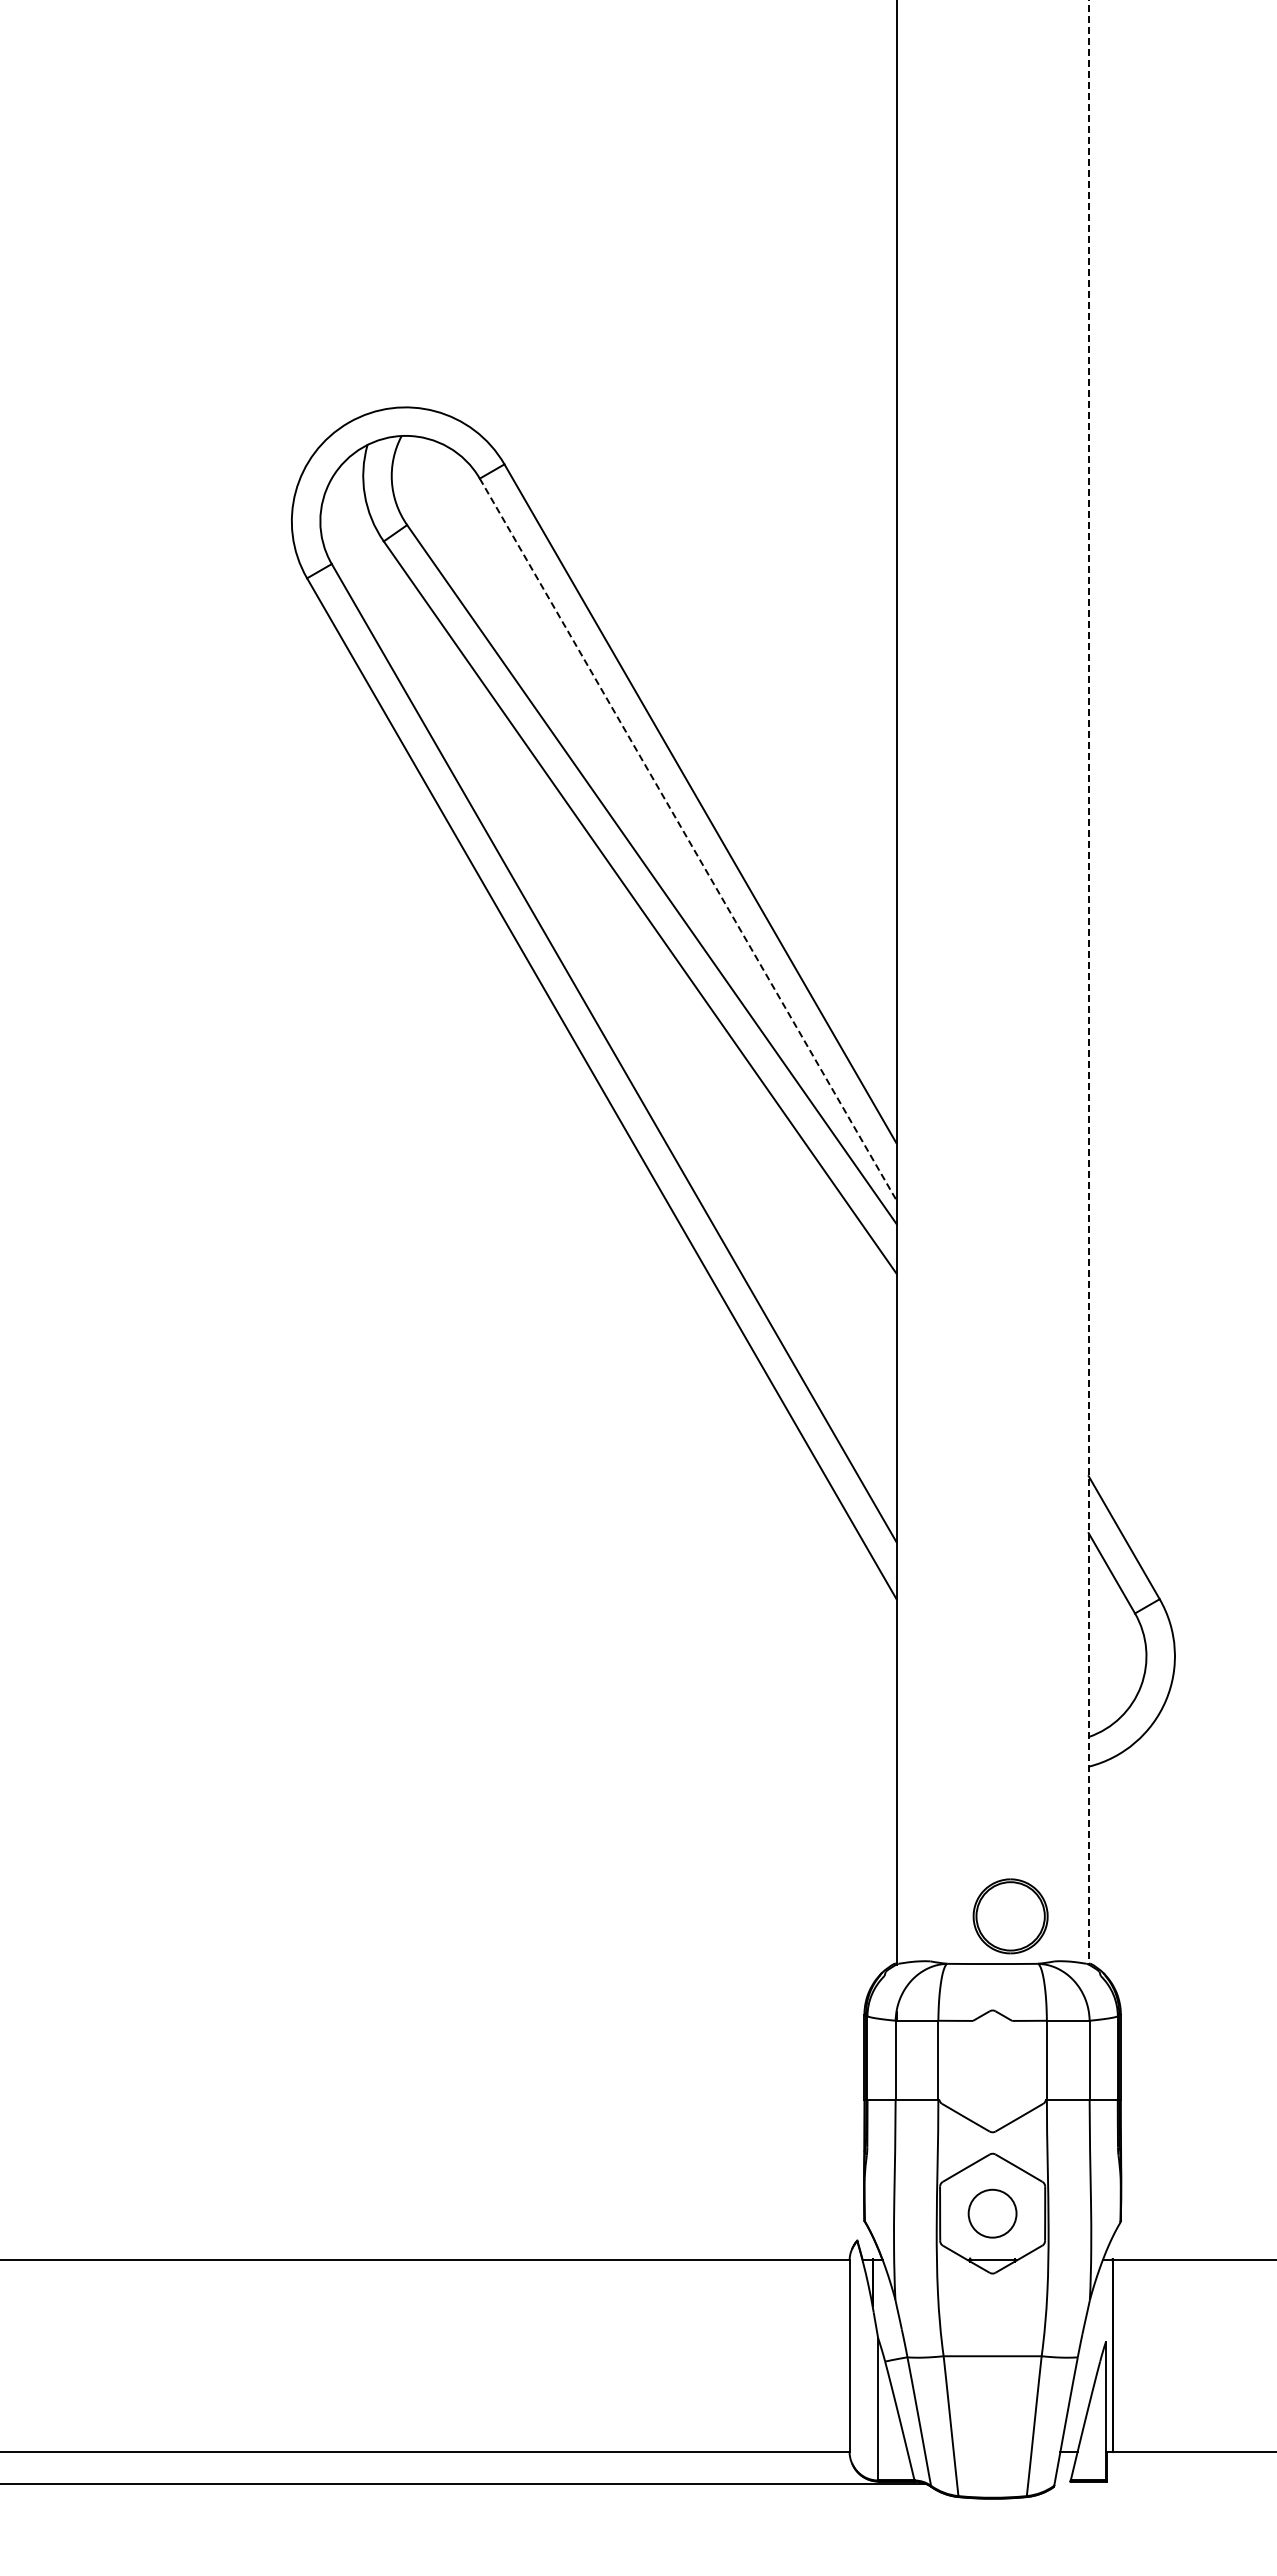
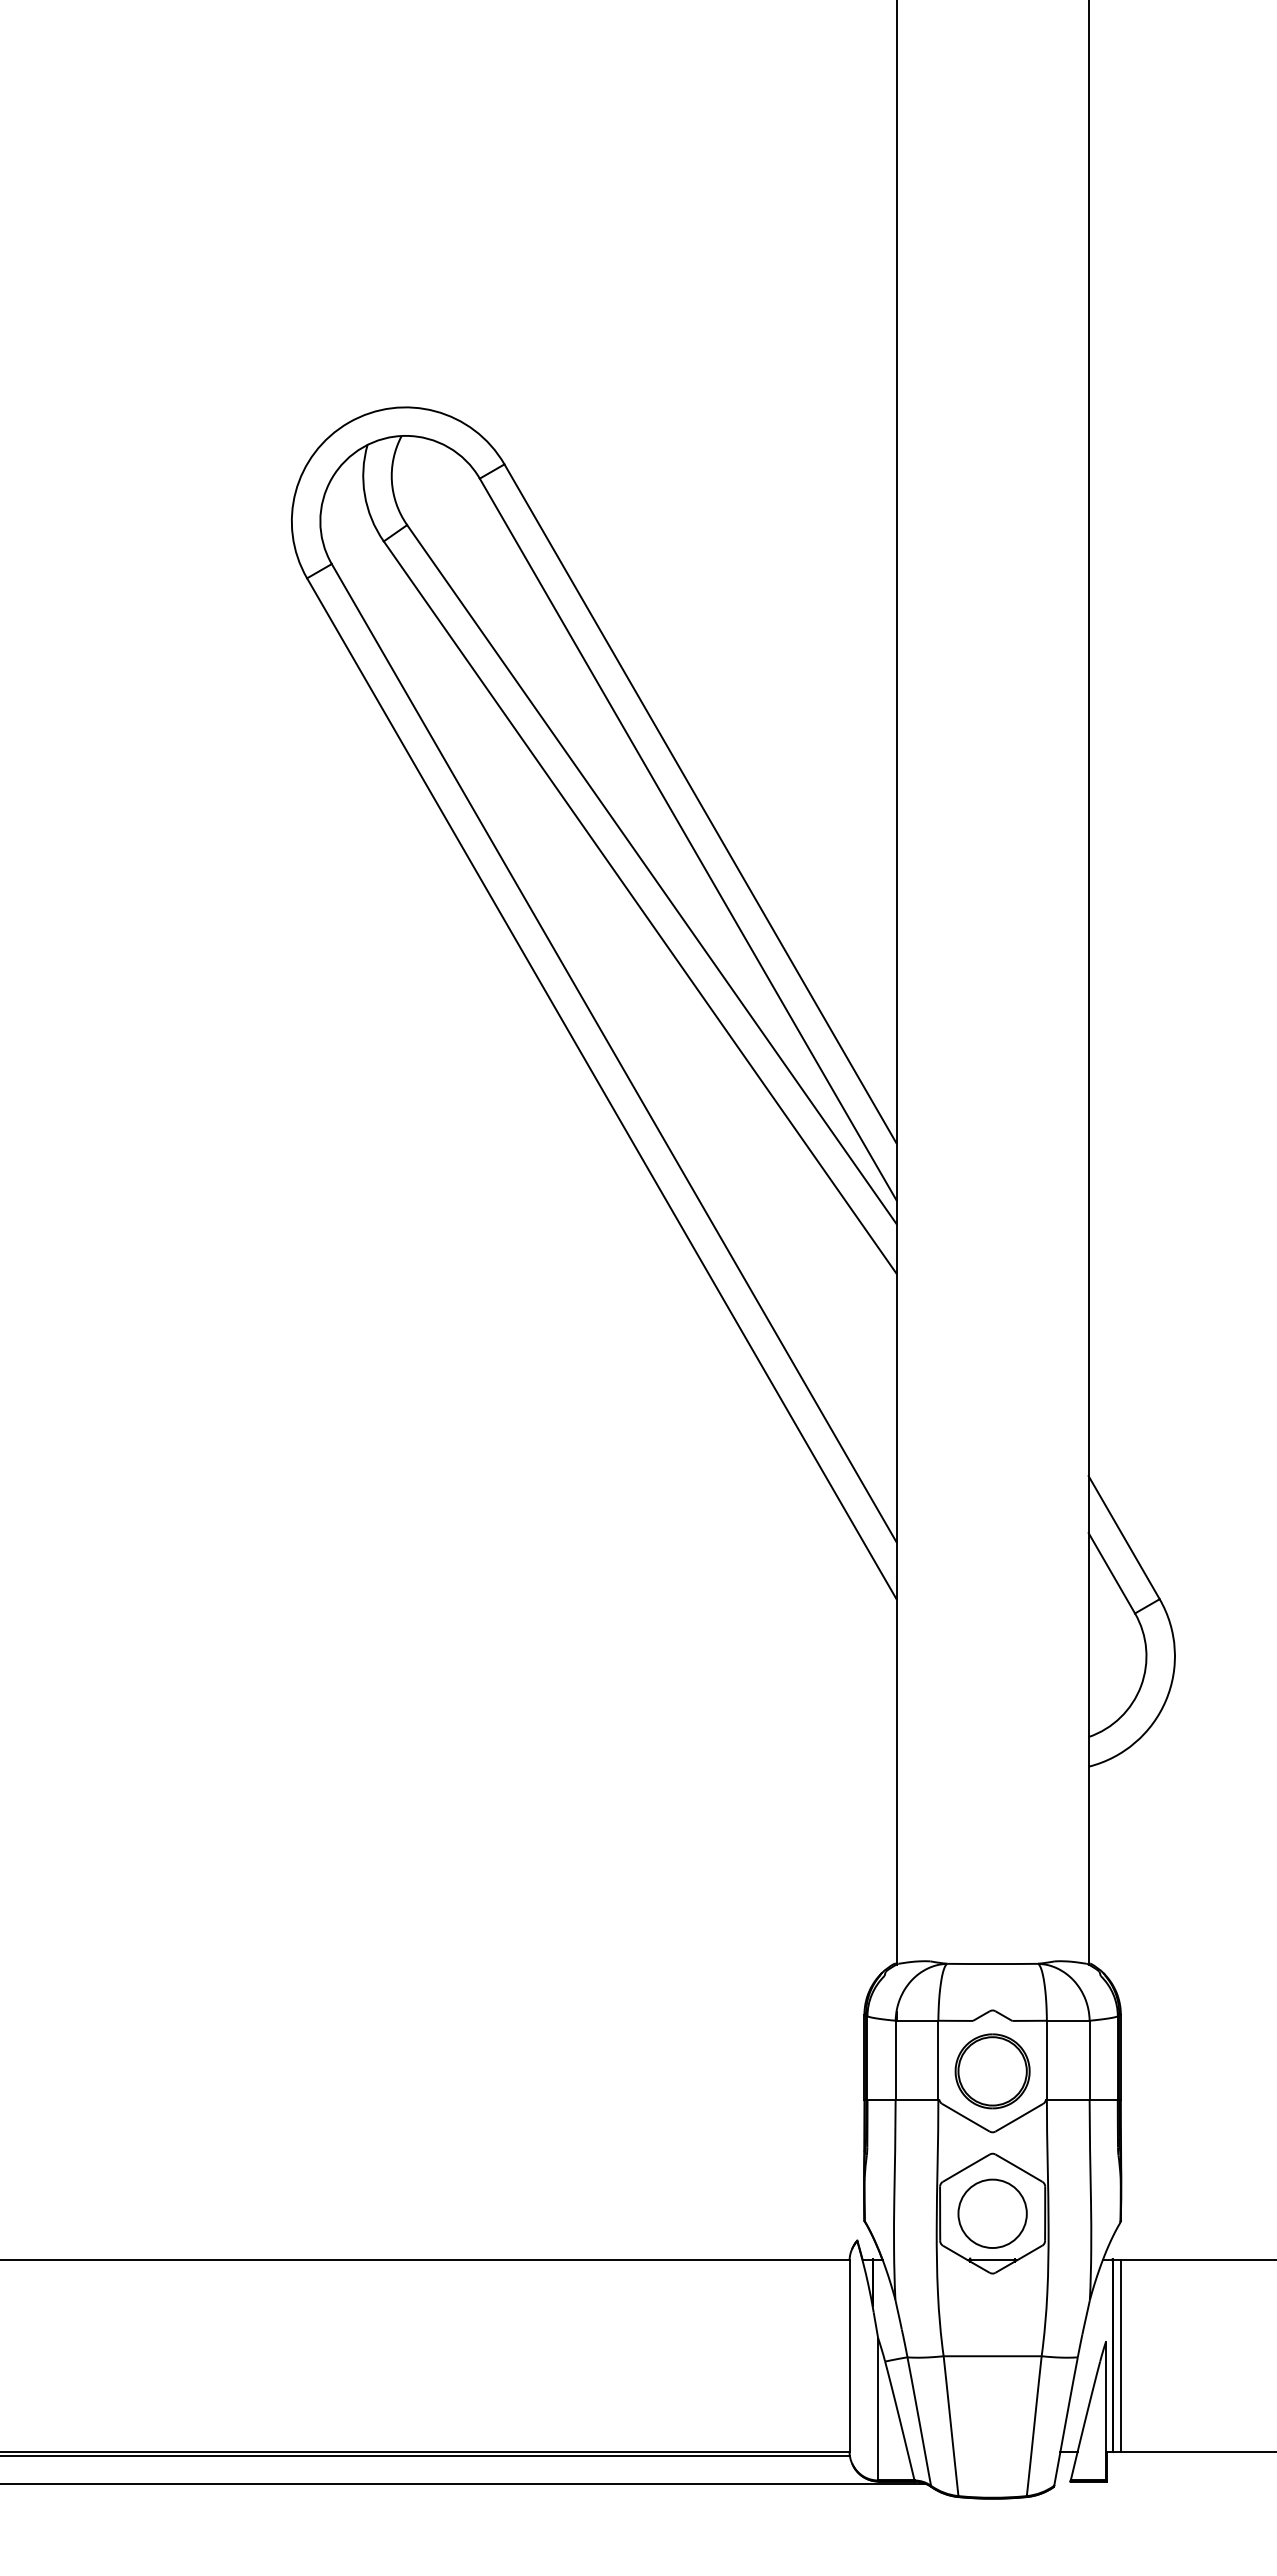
line at (688, 839): dashed -> solid
line at (1088, 983): dashed -> solid
part at (1010, 1916) position: (1010, 1916) -> (992, 2071)
circle at (992, 2213) size: 51x51 px -> 71x71 px
line at (1120, 2356): none -> present
line at (425, 2455): none -> present
